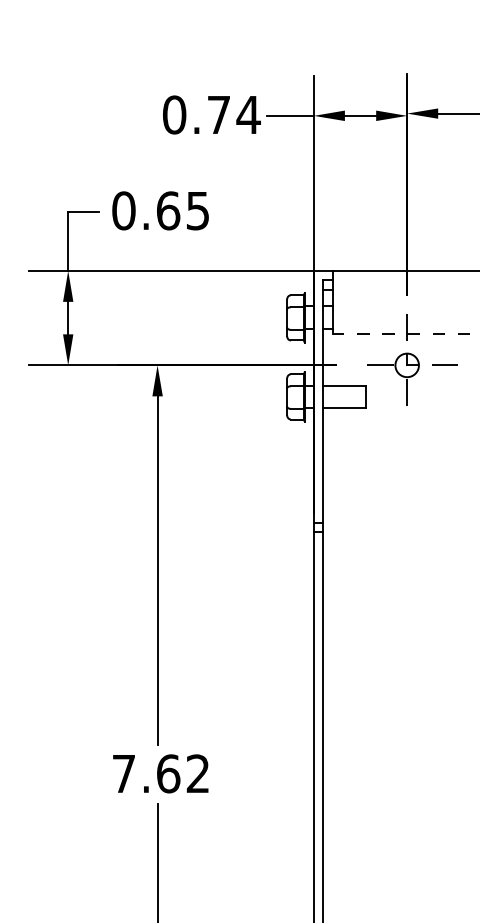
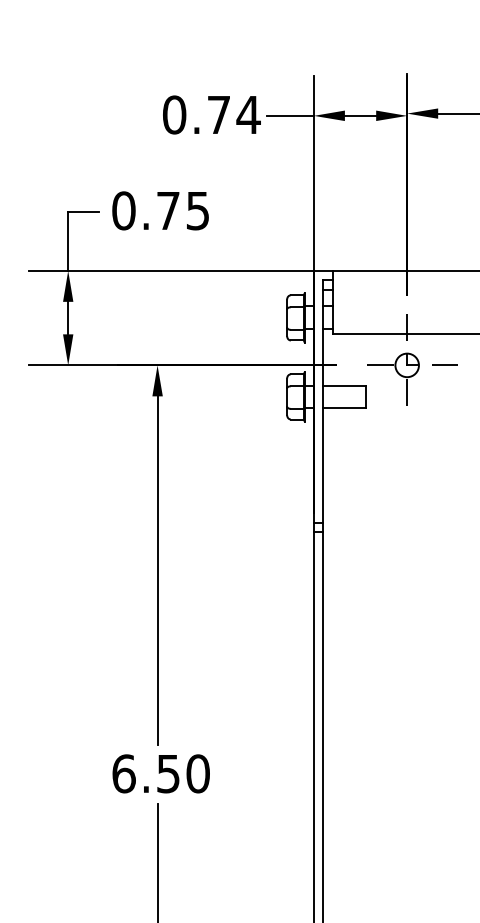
text at (168, 210): 0.65 -> 0.75
line at (405, 333): dashed -> solid
text at (160, 773): 7.62 -> 6.50
